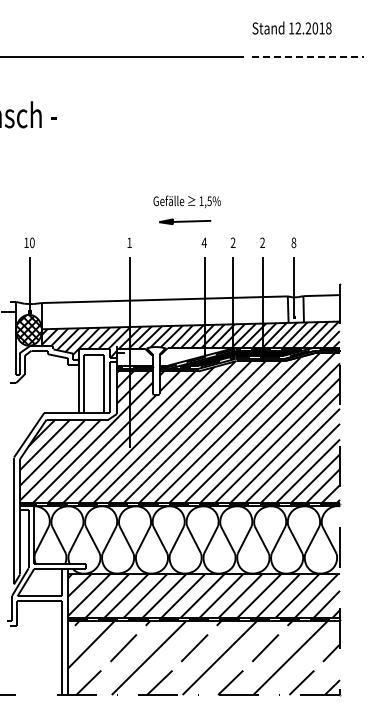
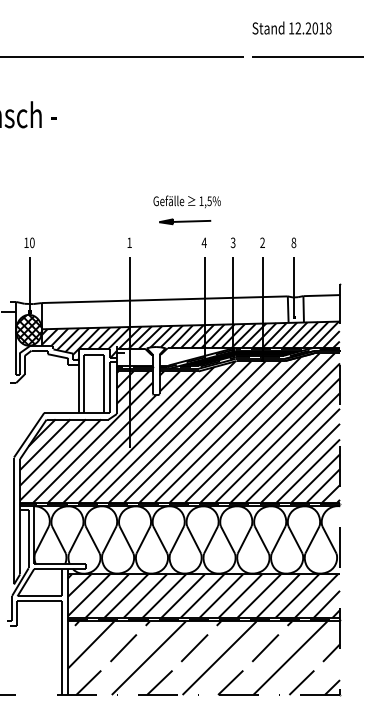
line at (307, 56): dashed -> solid
text at (232, 243): 2 -> 3
